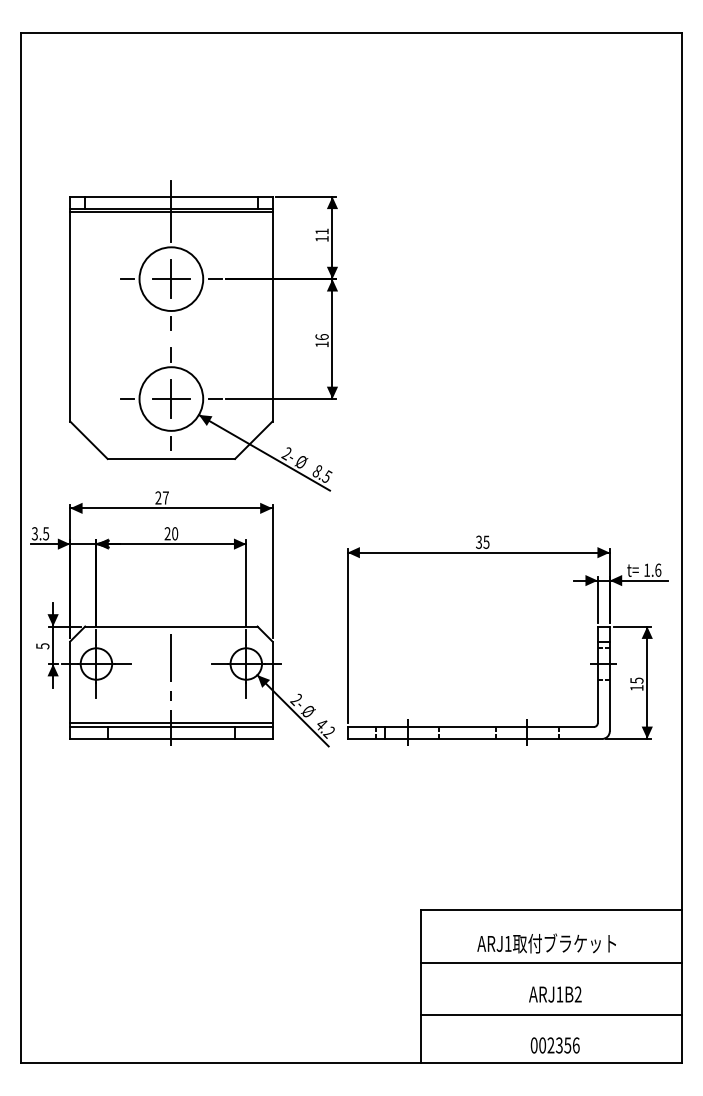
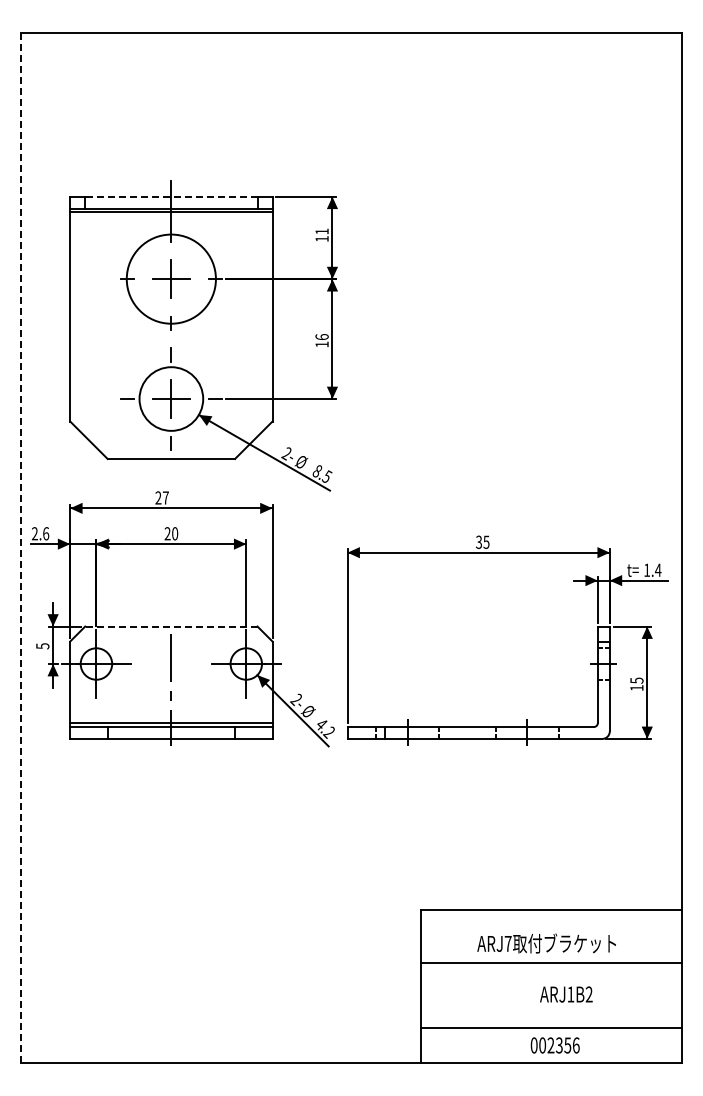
line at (170, 196): solid -> dashed
circle at (171, 279) diameter: 64 px -> 89 px
text at (40, 533): 3.5 -> 2.6
line at (20, 548): solid -> dashed
text at (657, 569): 1.6 -> 1.4
line at (170, 626): solid -> dashed
text at (507, 943): ARJ1 -> ARJ7
text at (555, 994) position: (555, 994) -> (566, 994)
line at (551, 1015) position: (551, 1015) -> (551, 1028)
